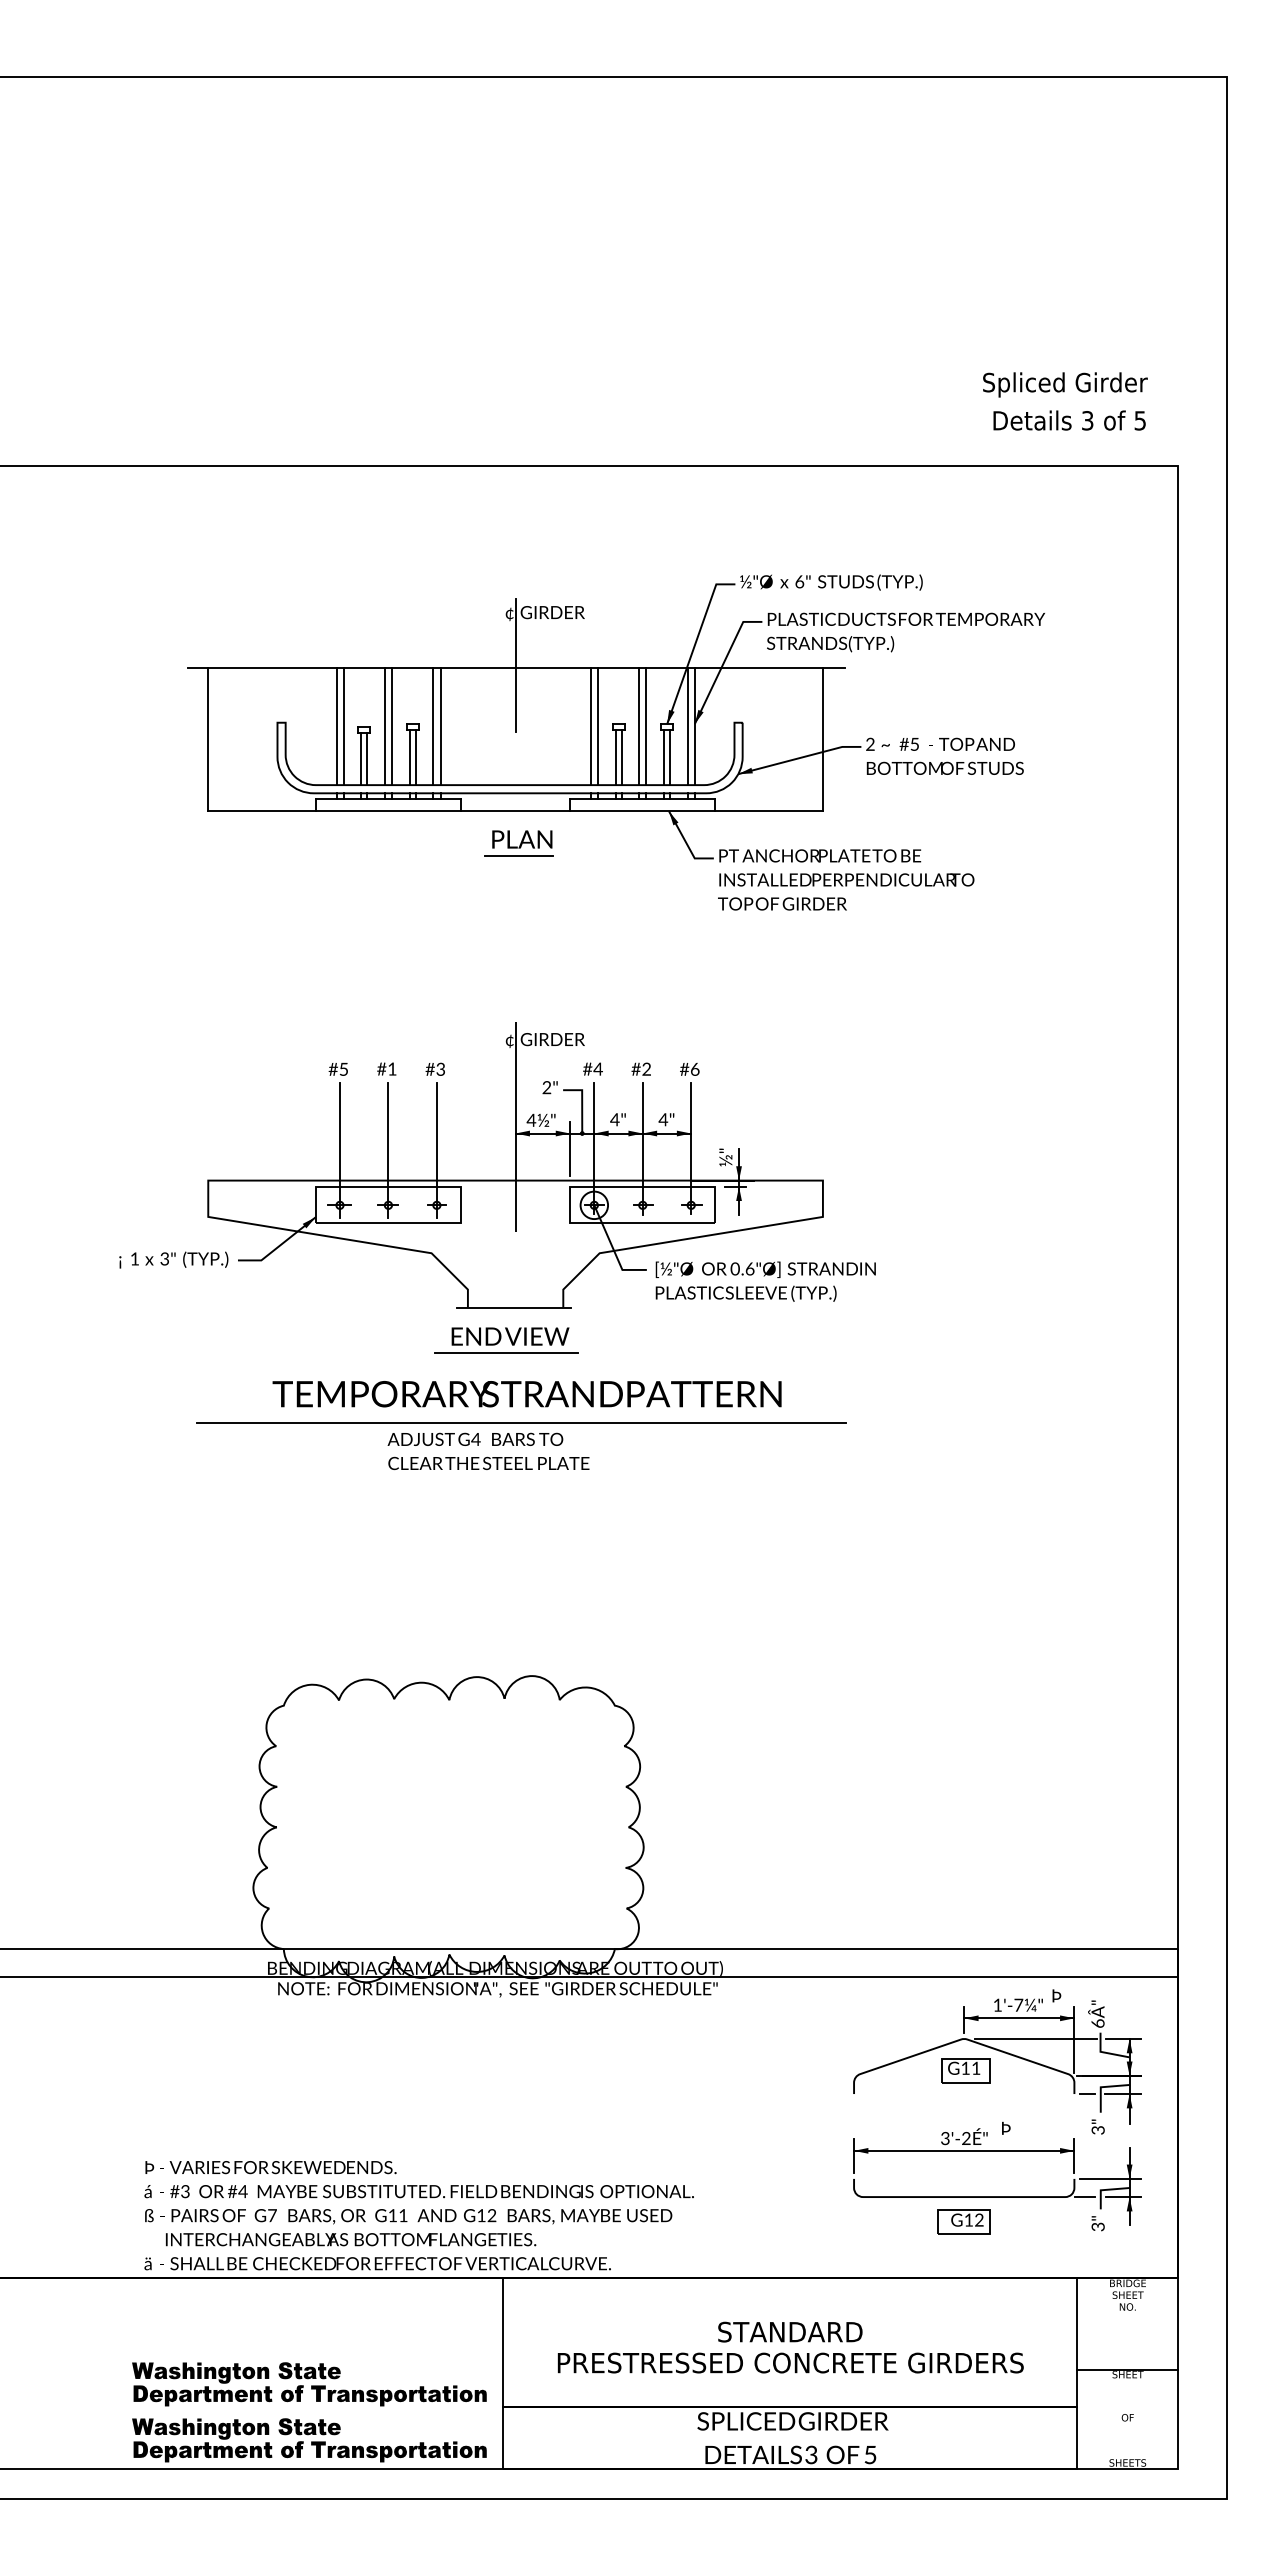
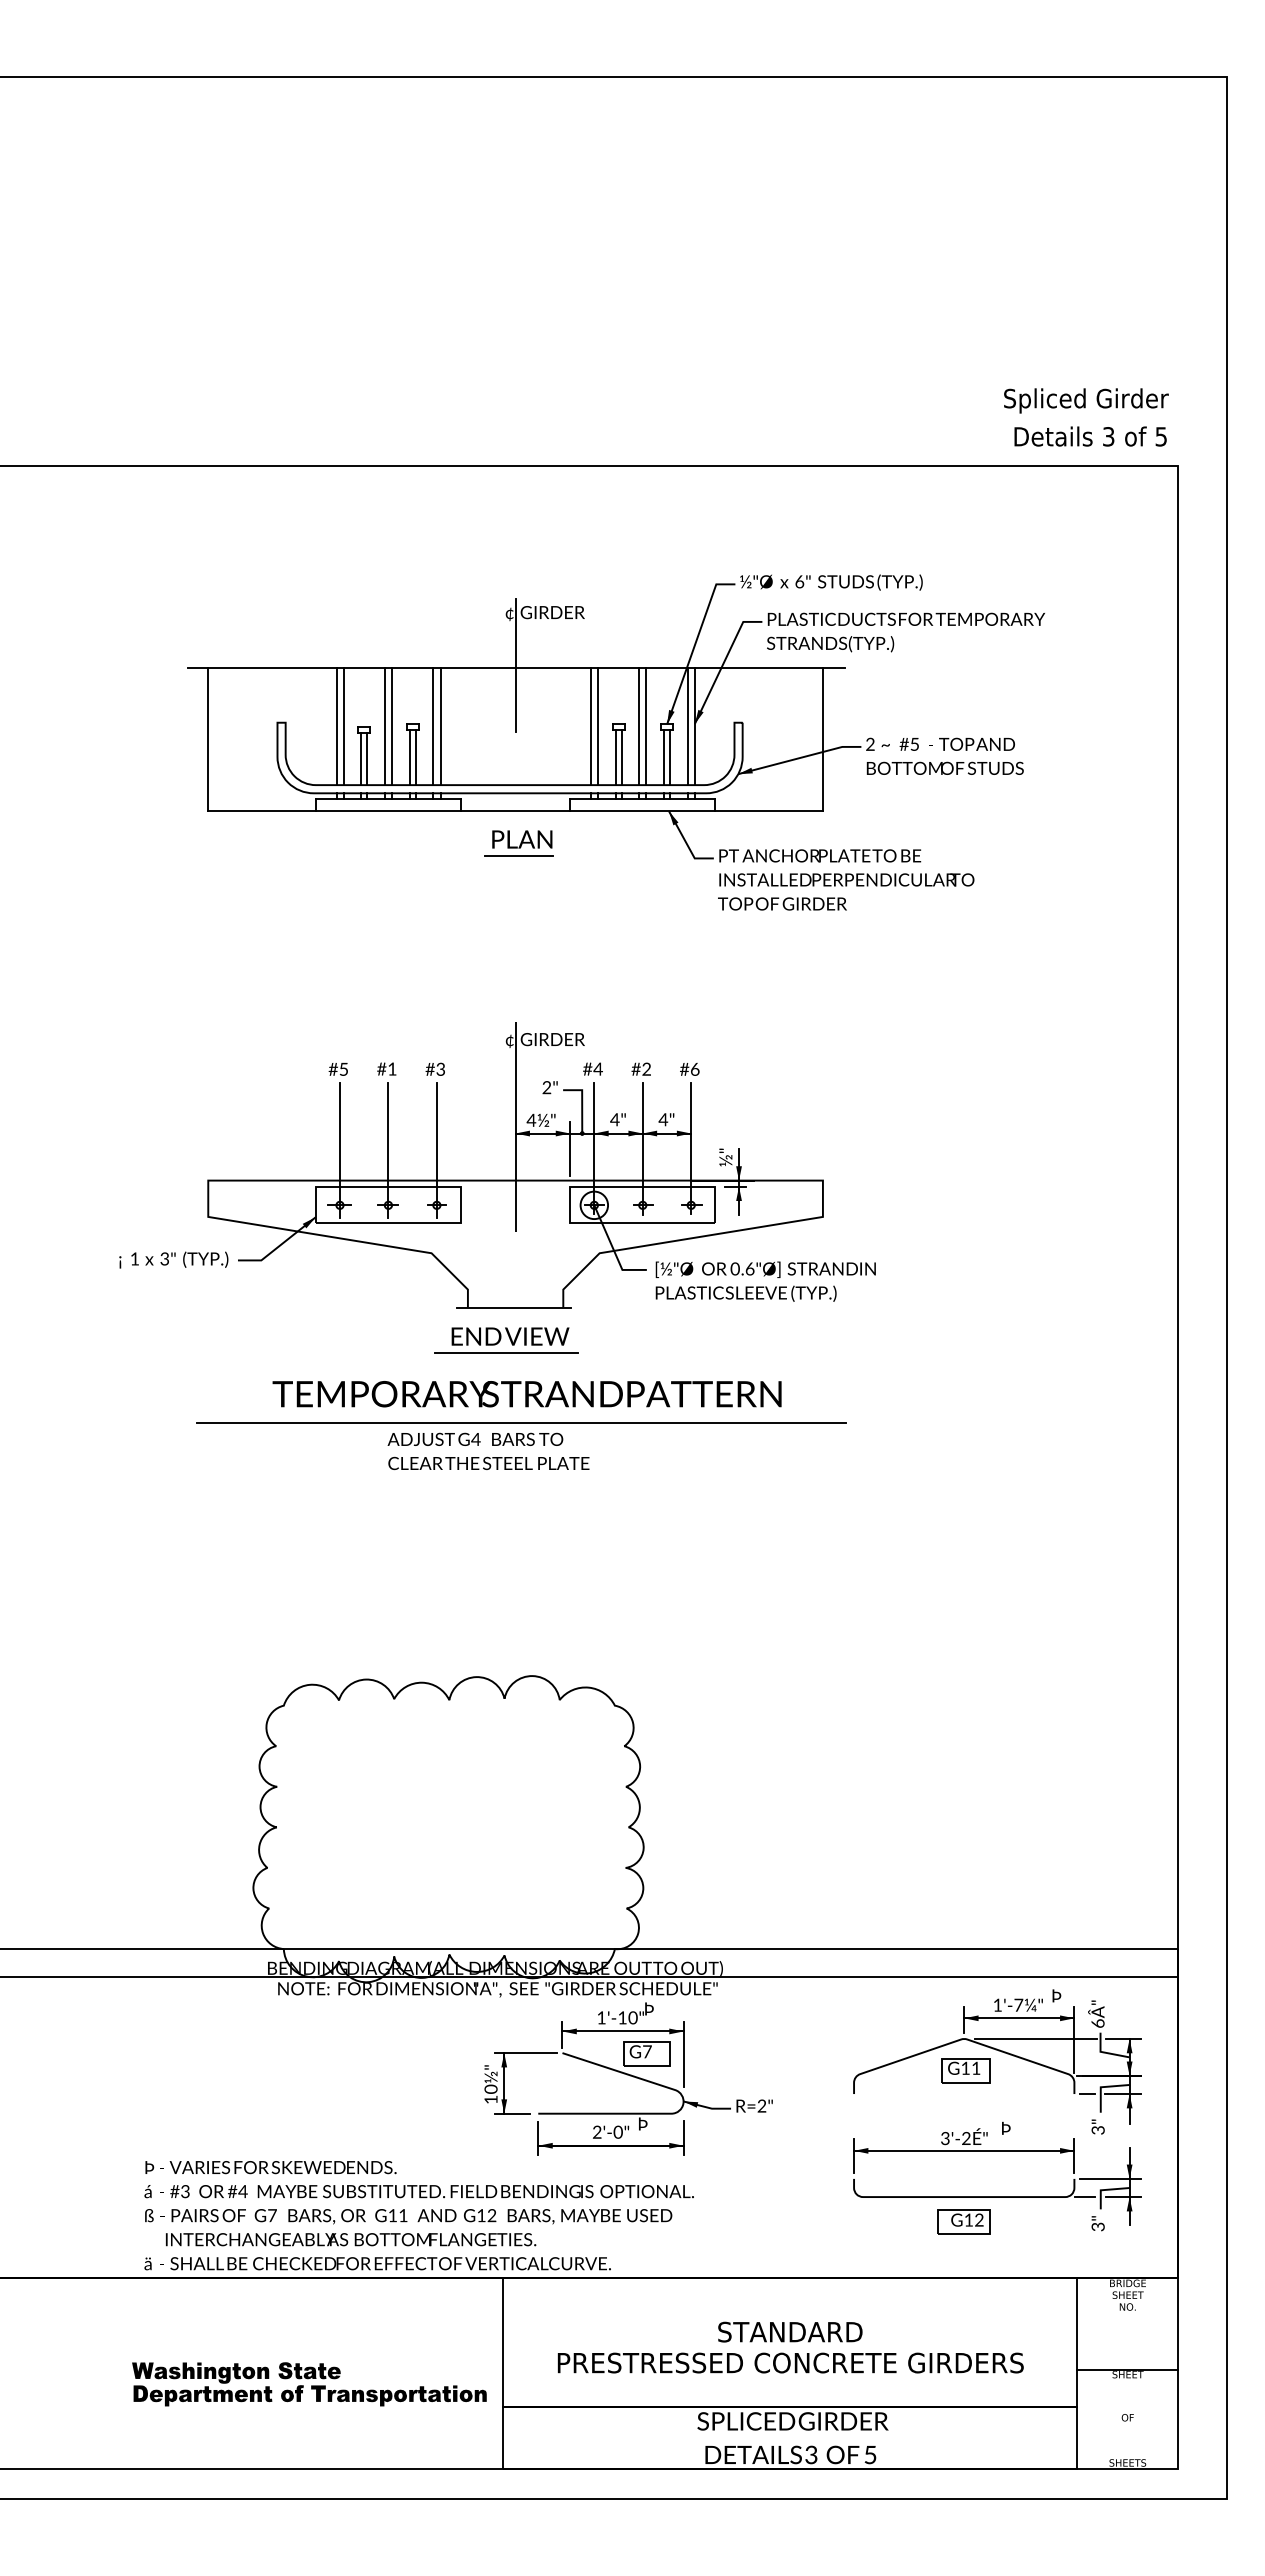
text at (1065, 401) position: (1065, 401) -> (1086, 417)
part at (628, 2078): none -> present
part at (309, 2440): present -> none
